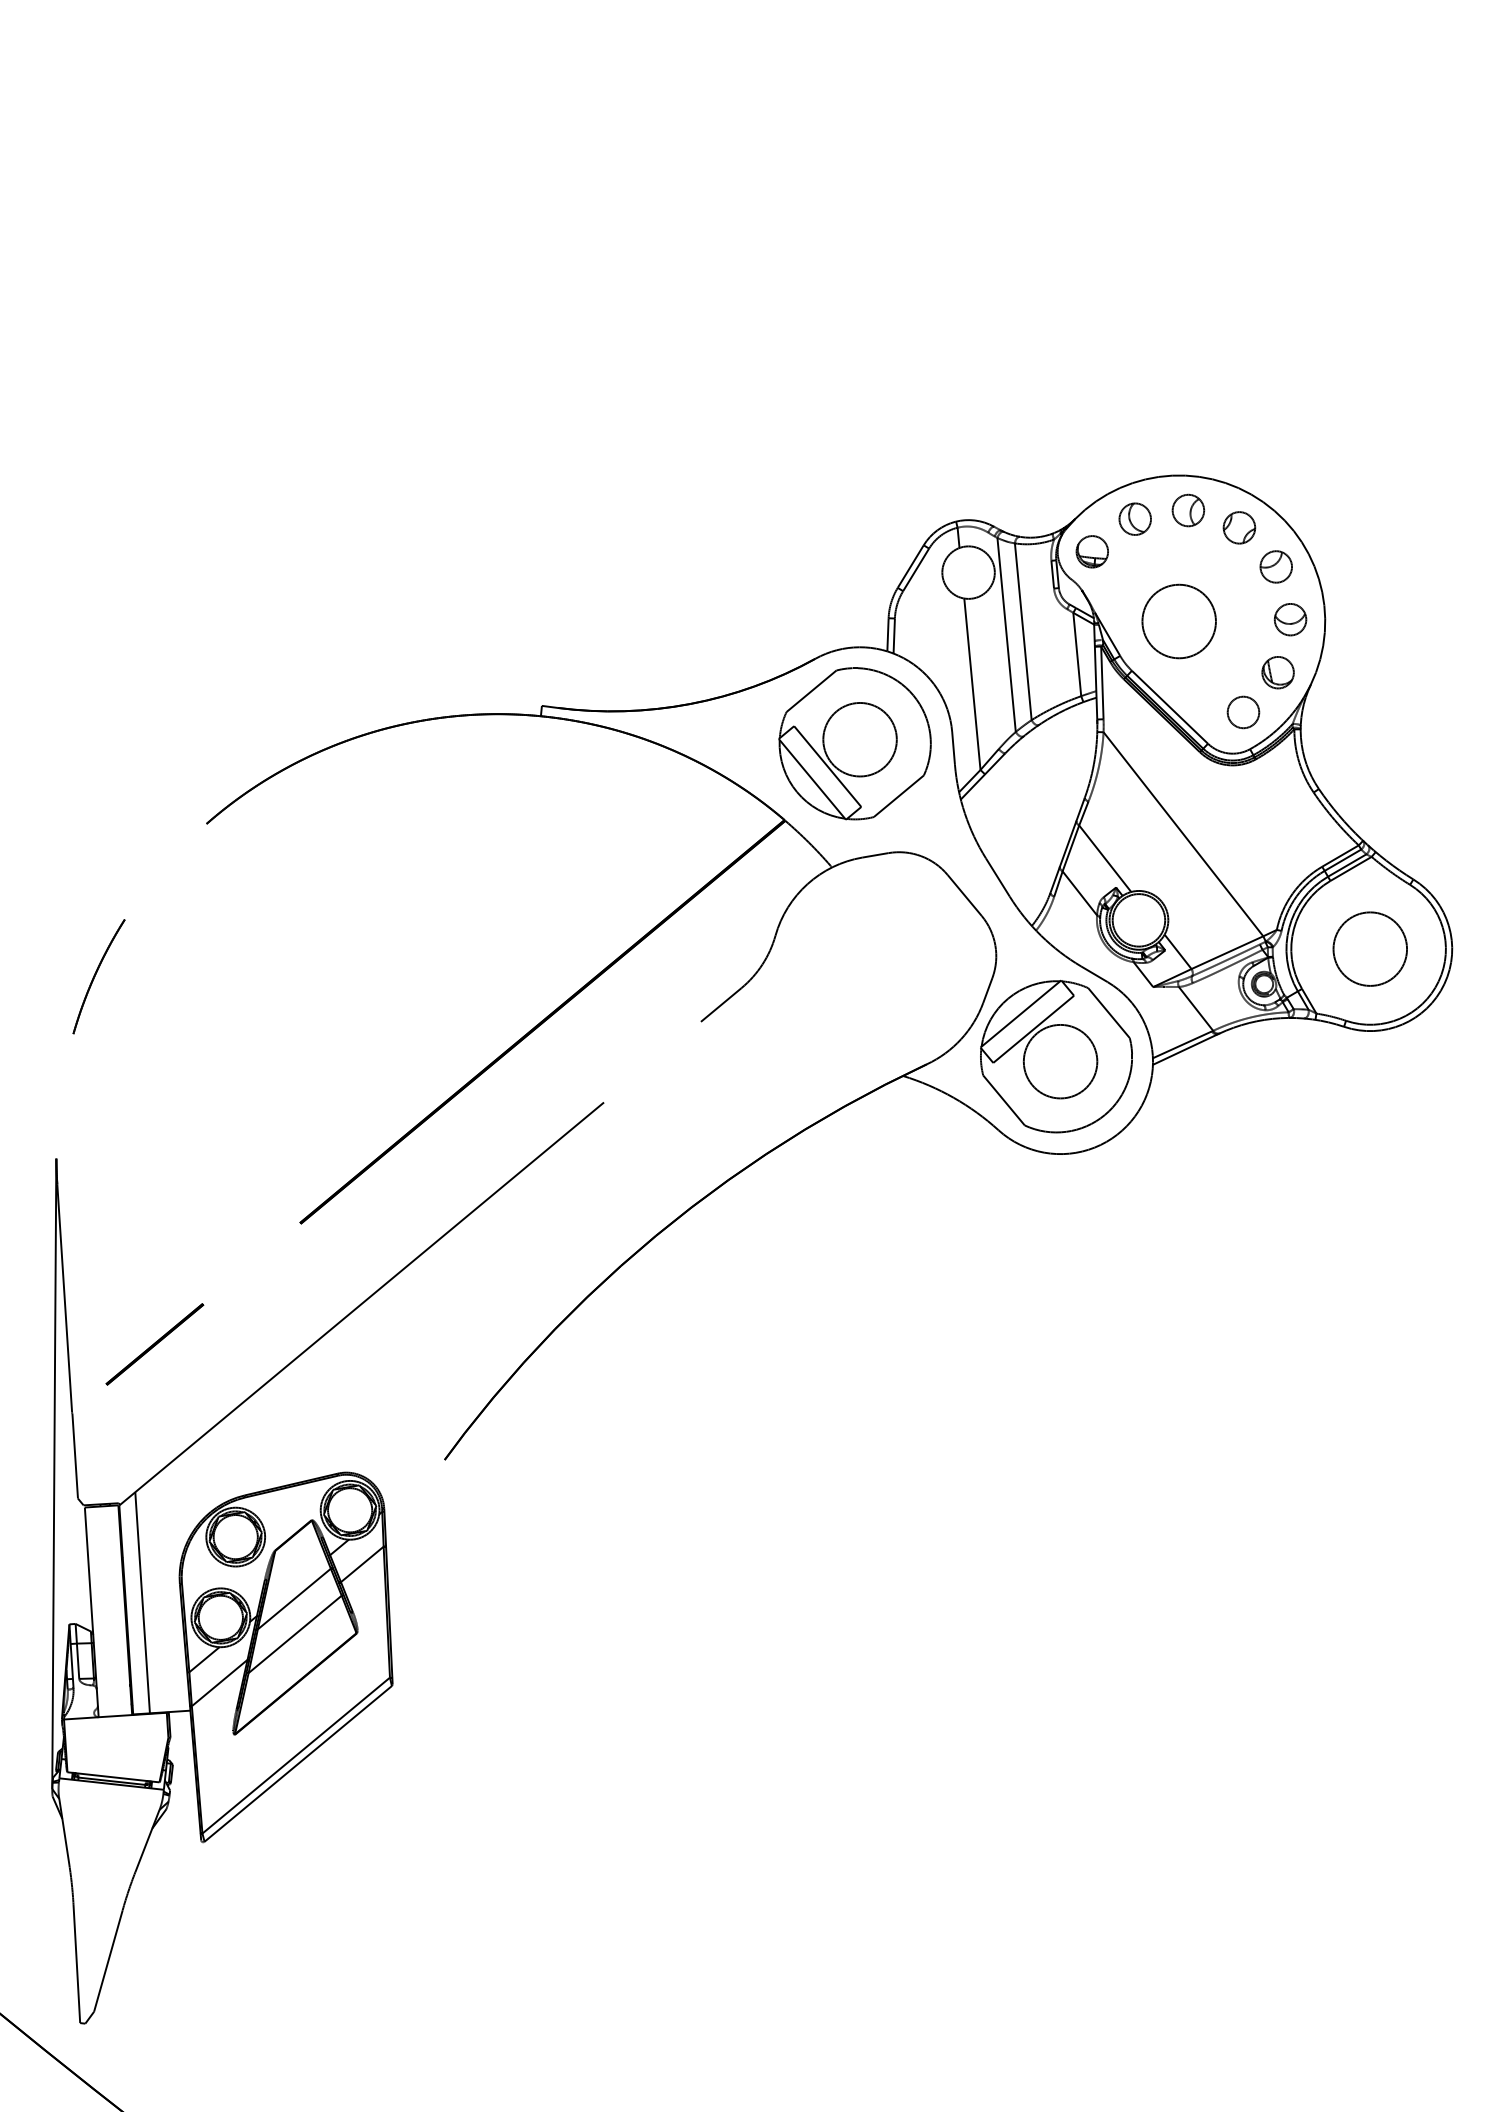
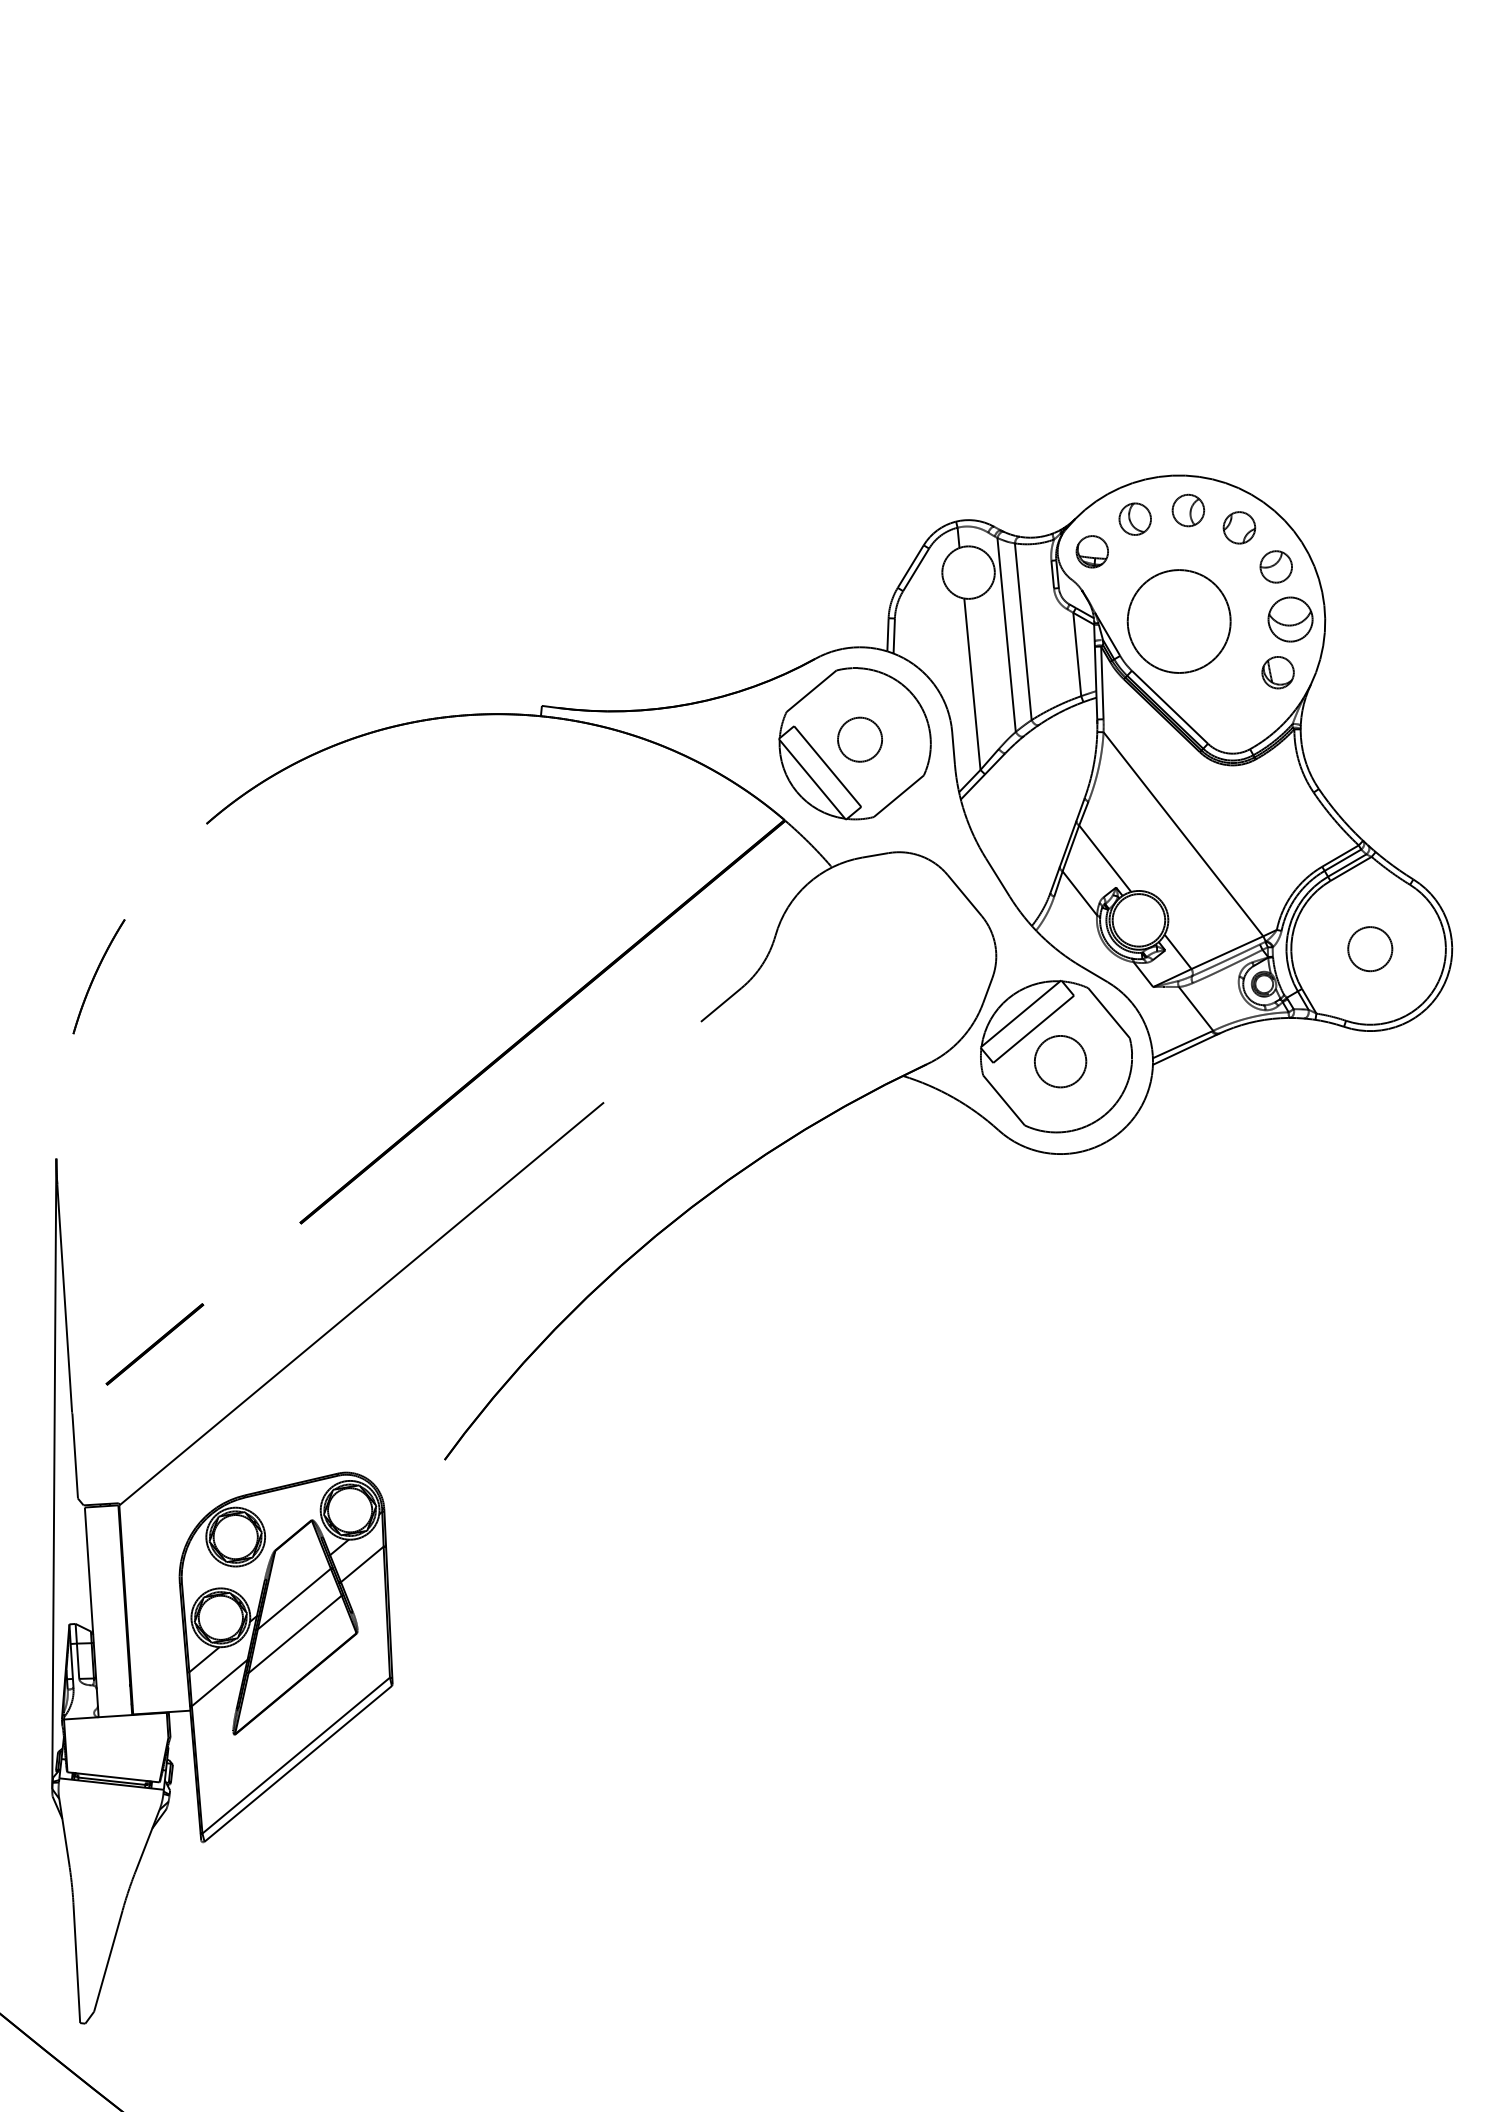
part at (1290, 619) size: 35x34 px -> 47x47 px
circle at (1178, 621) diameter: 74 px -> 103 px
circle at (1243, 712): present -> none
circle at (859, 739) diameter: 74 px -> 44 px
circle at (1370, 948) diameter: 74 px -> 44 px
circle at (1060, 1061) diameter: 74 px -> 51 px
line at (142, 1602): present -> none
